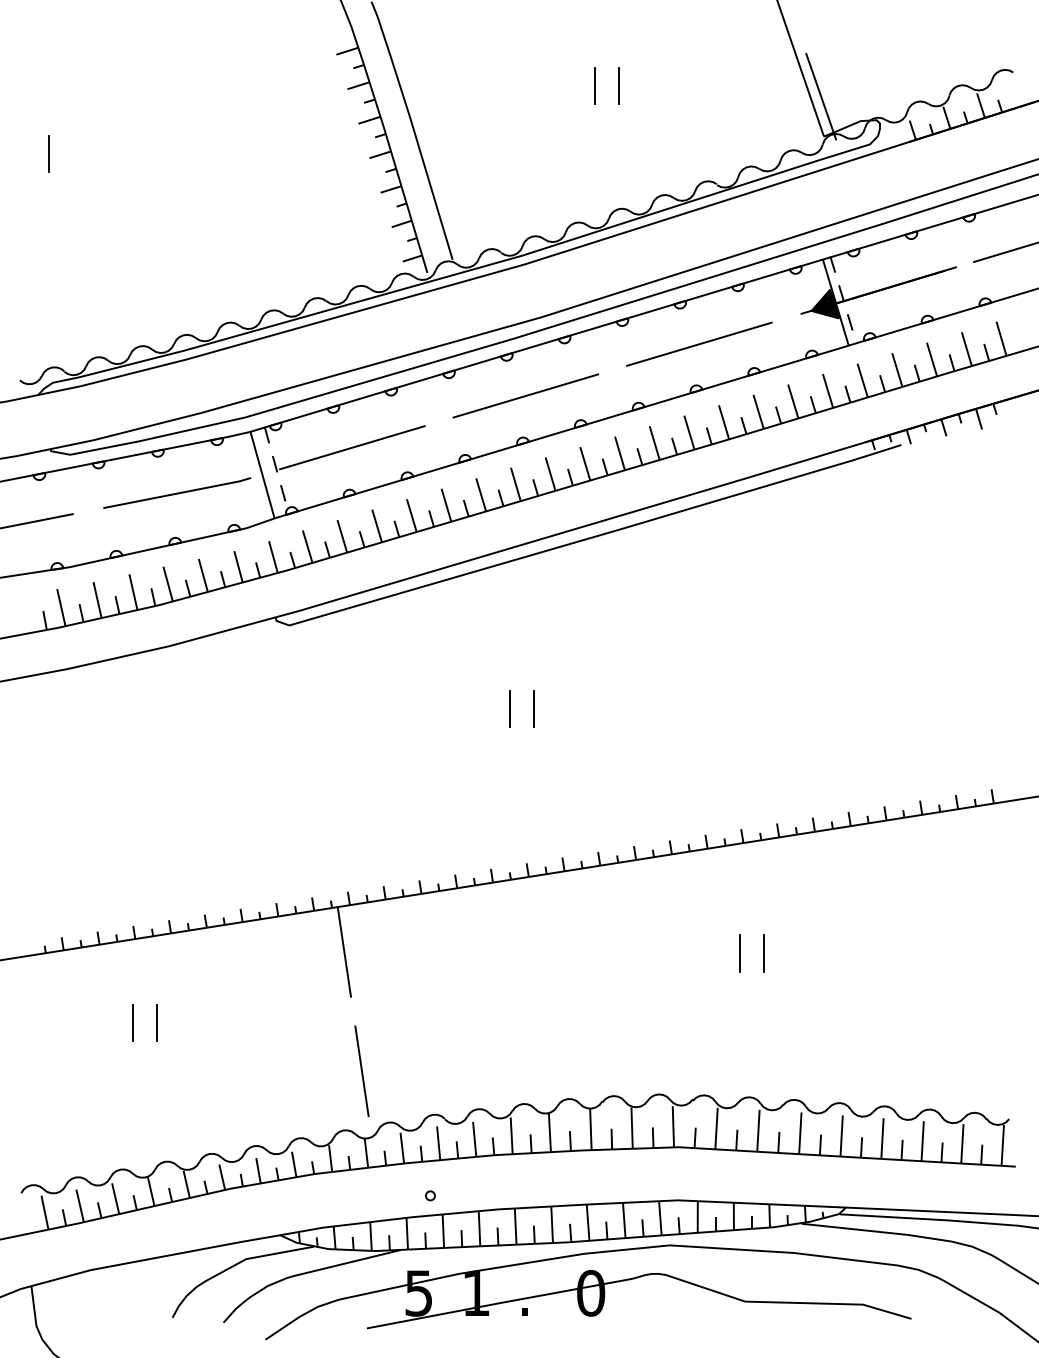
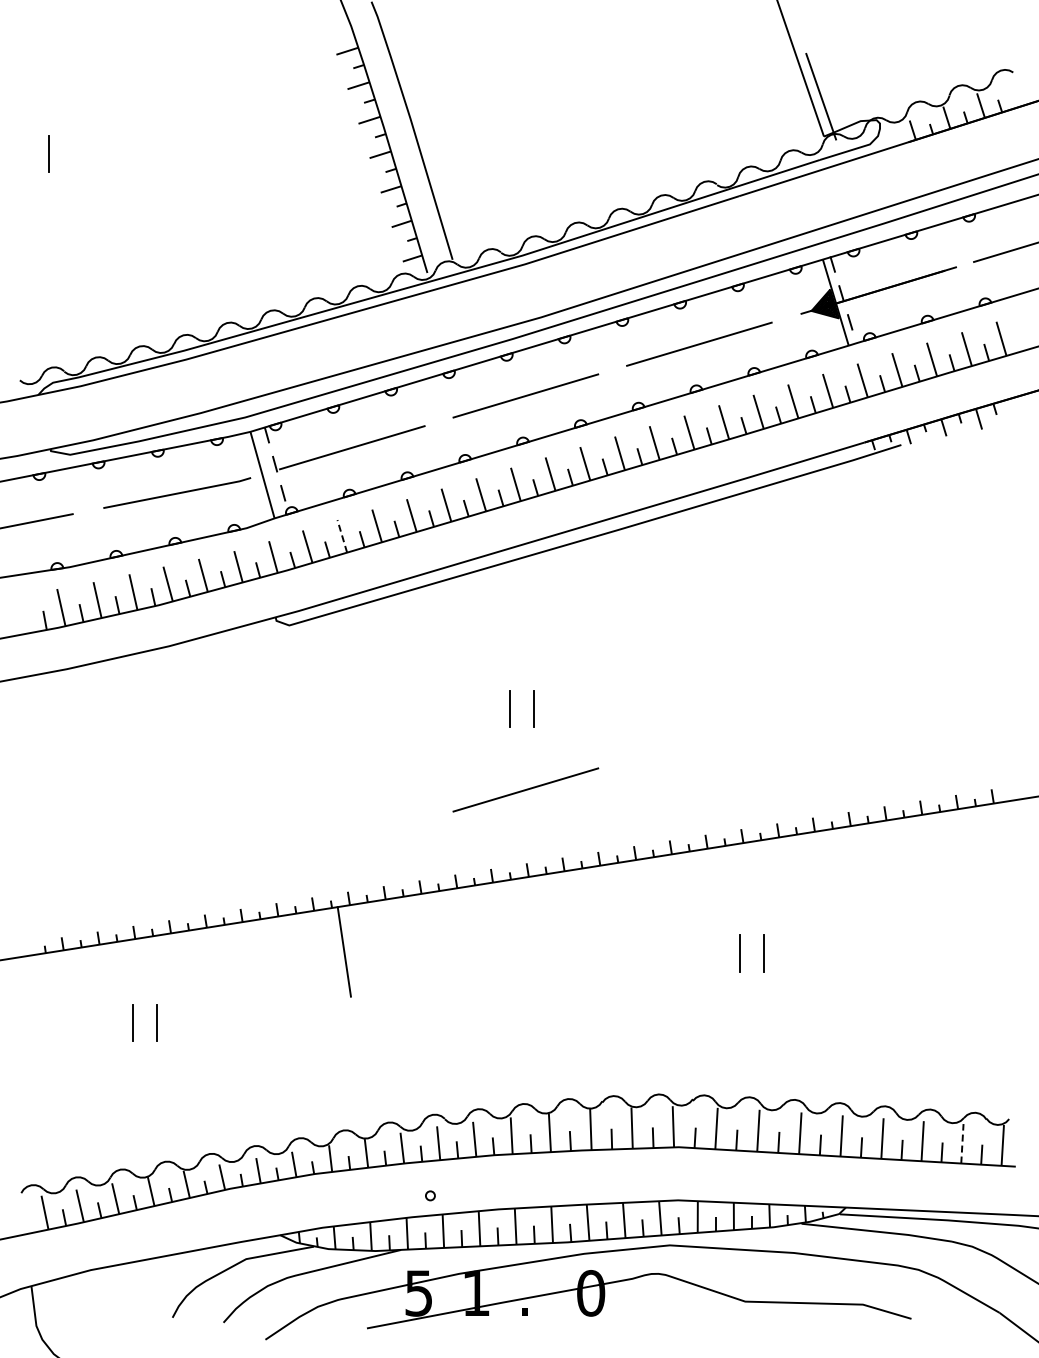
line at (594, 85): present -> none
line at (618, 85): present -> none
line at (342, 536): solid -> dashed
line at (525, 789): none -> present
line at (361, 1071): present -> none
line at (962, 1143): solid -> dashed
